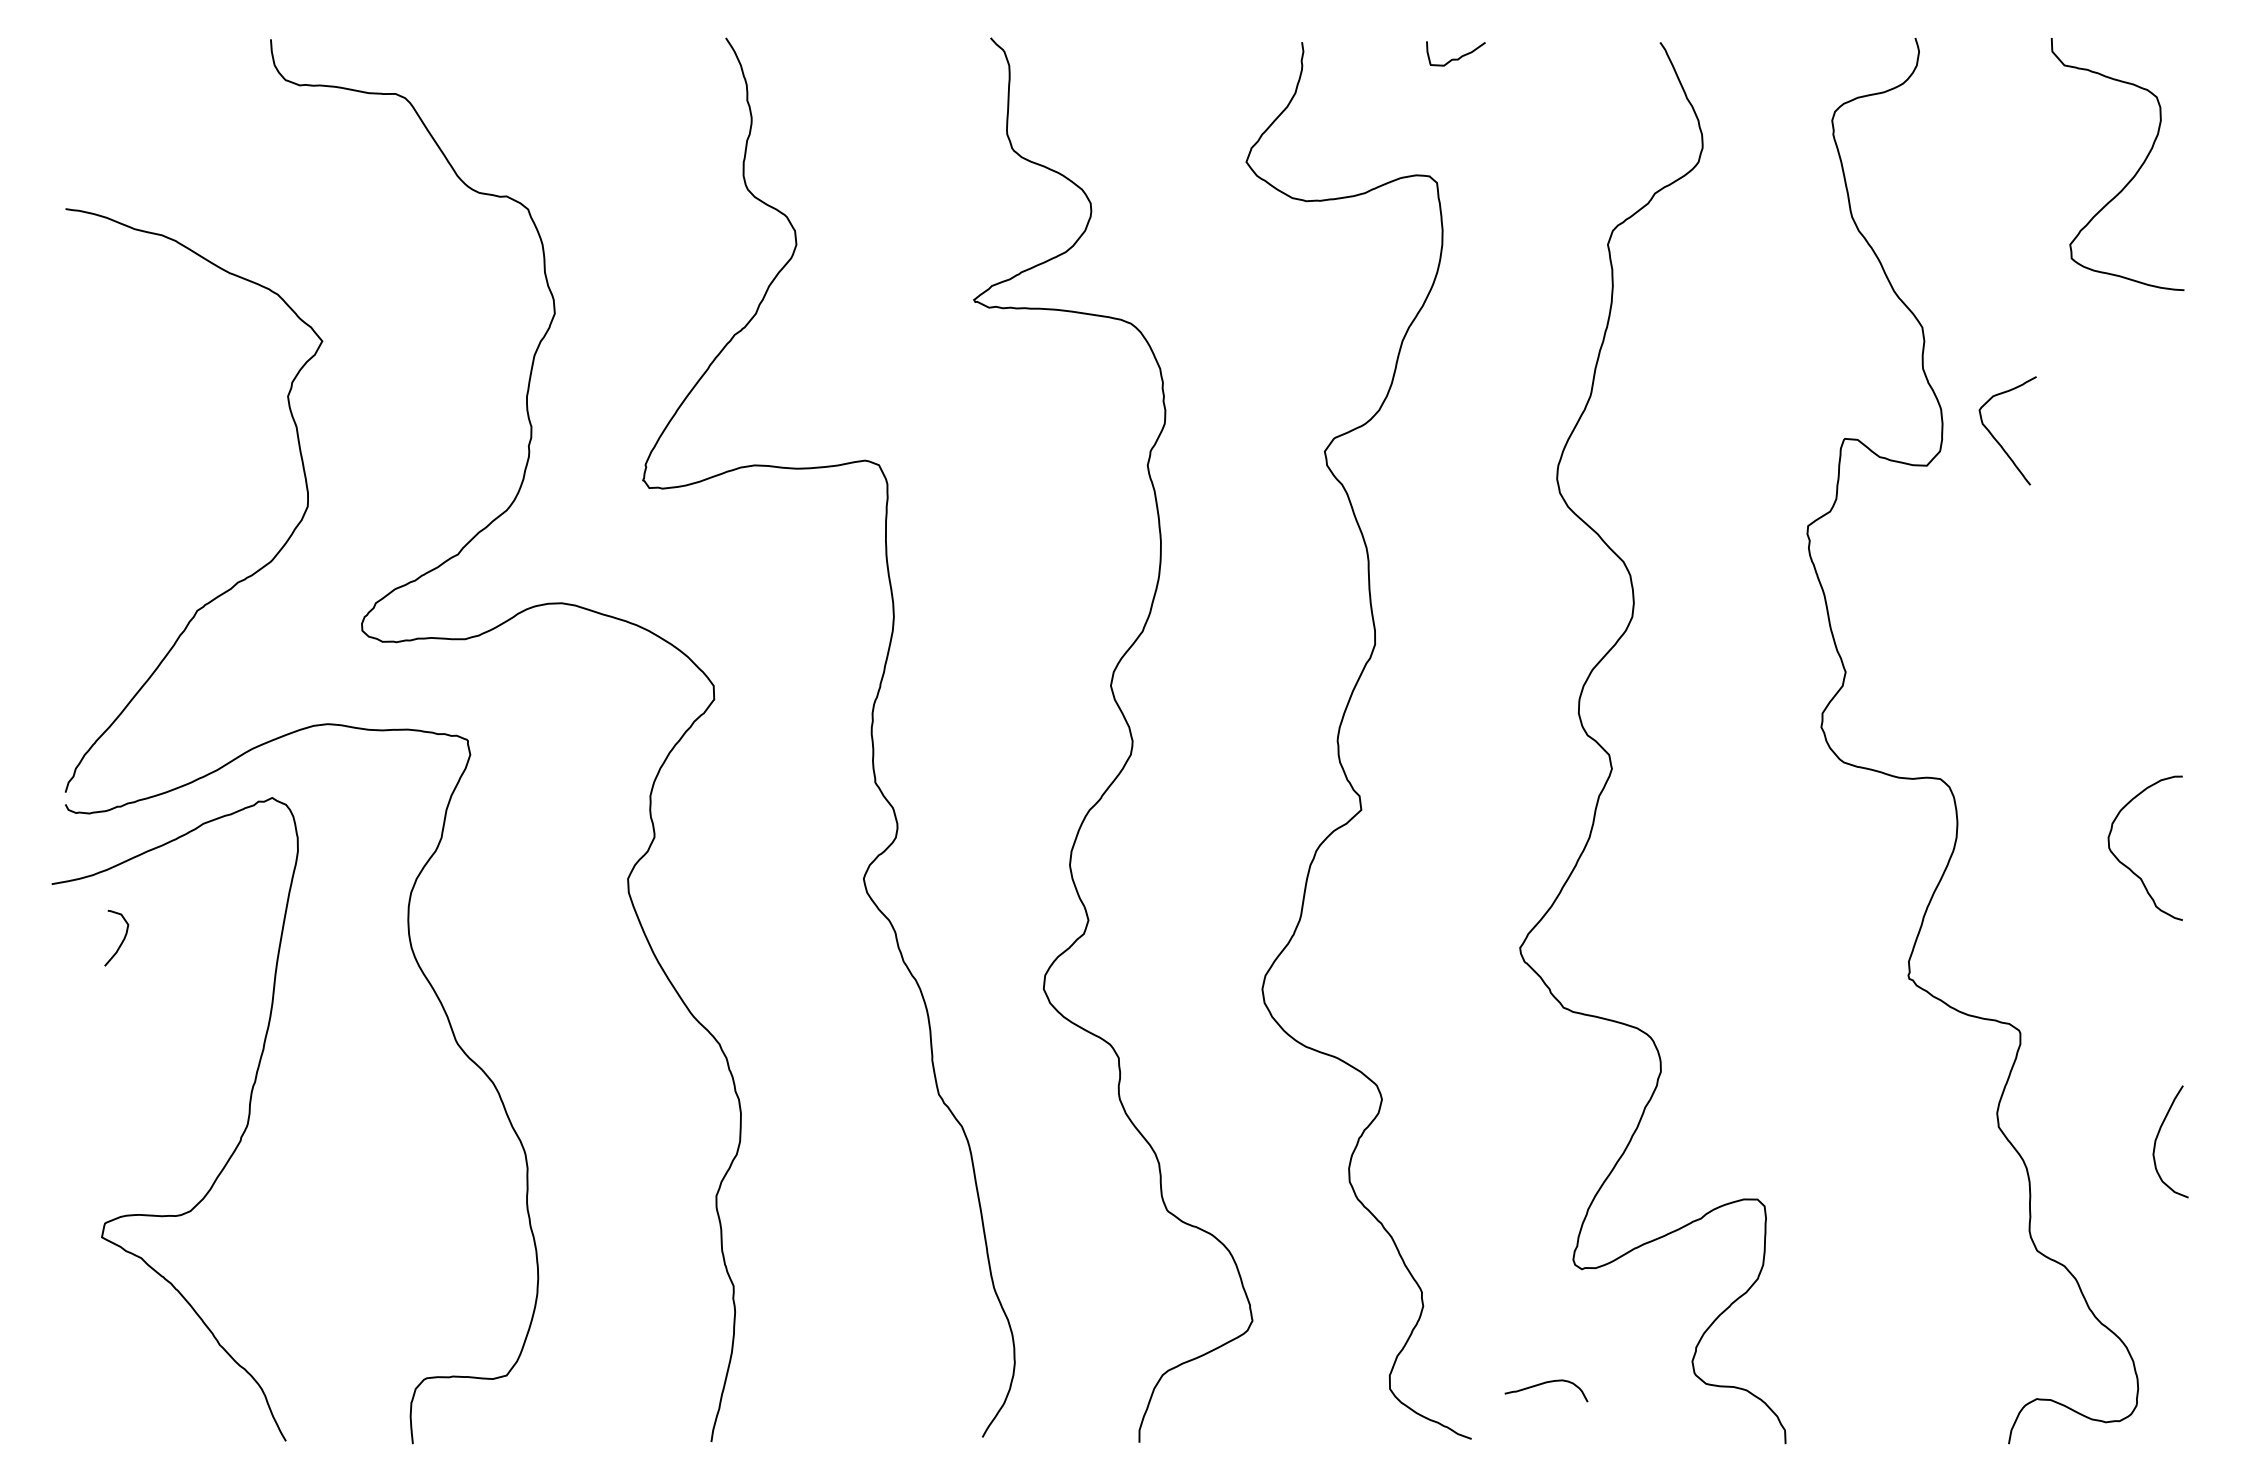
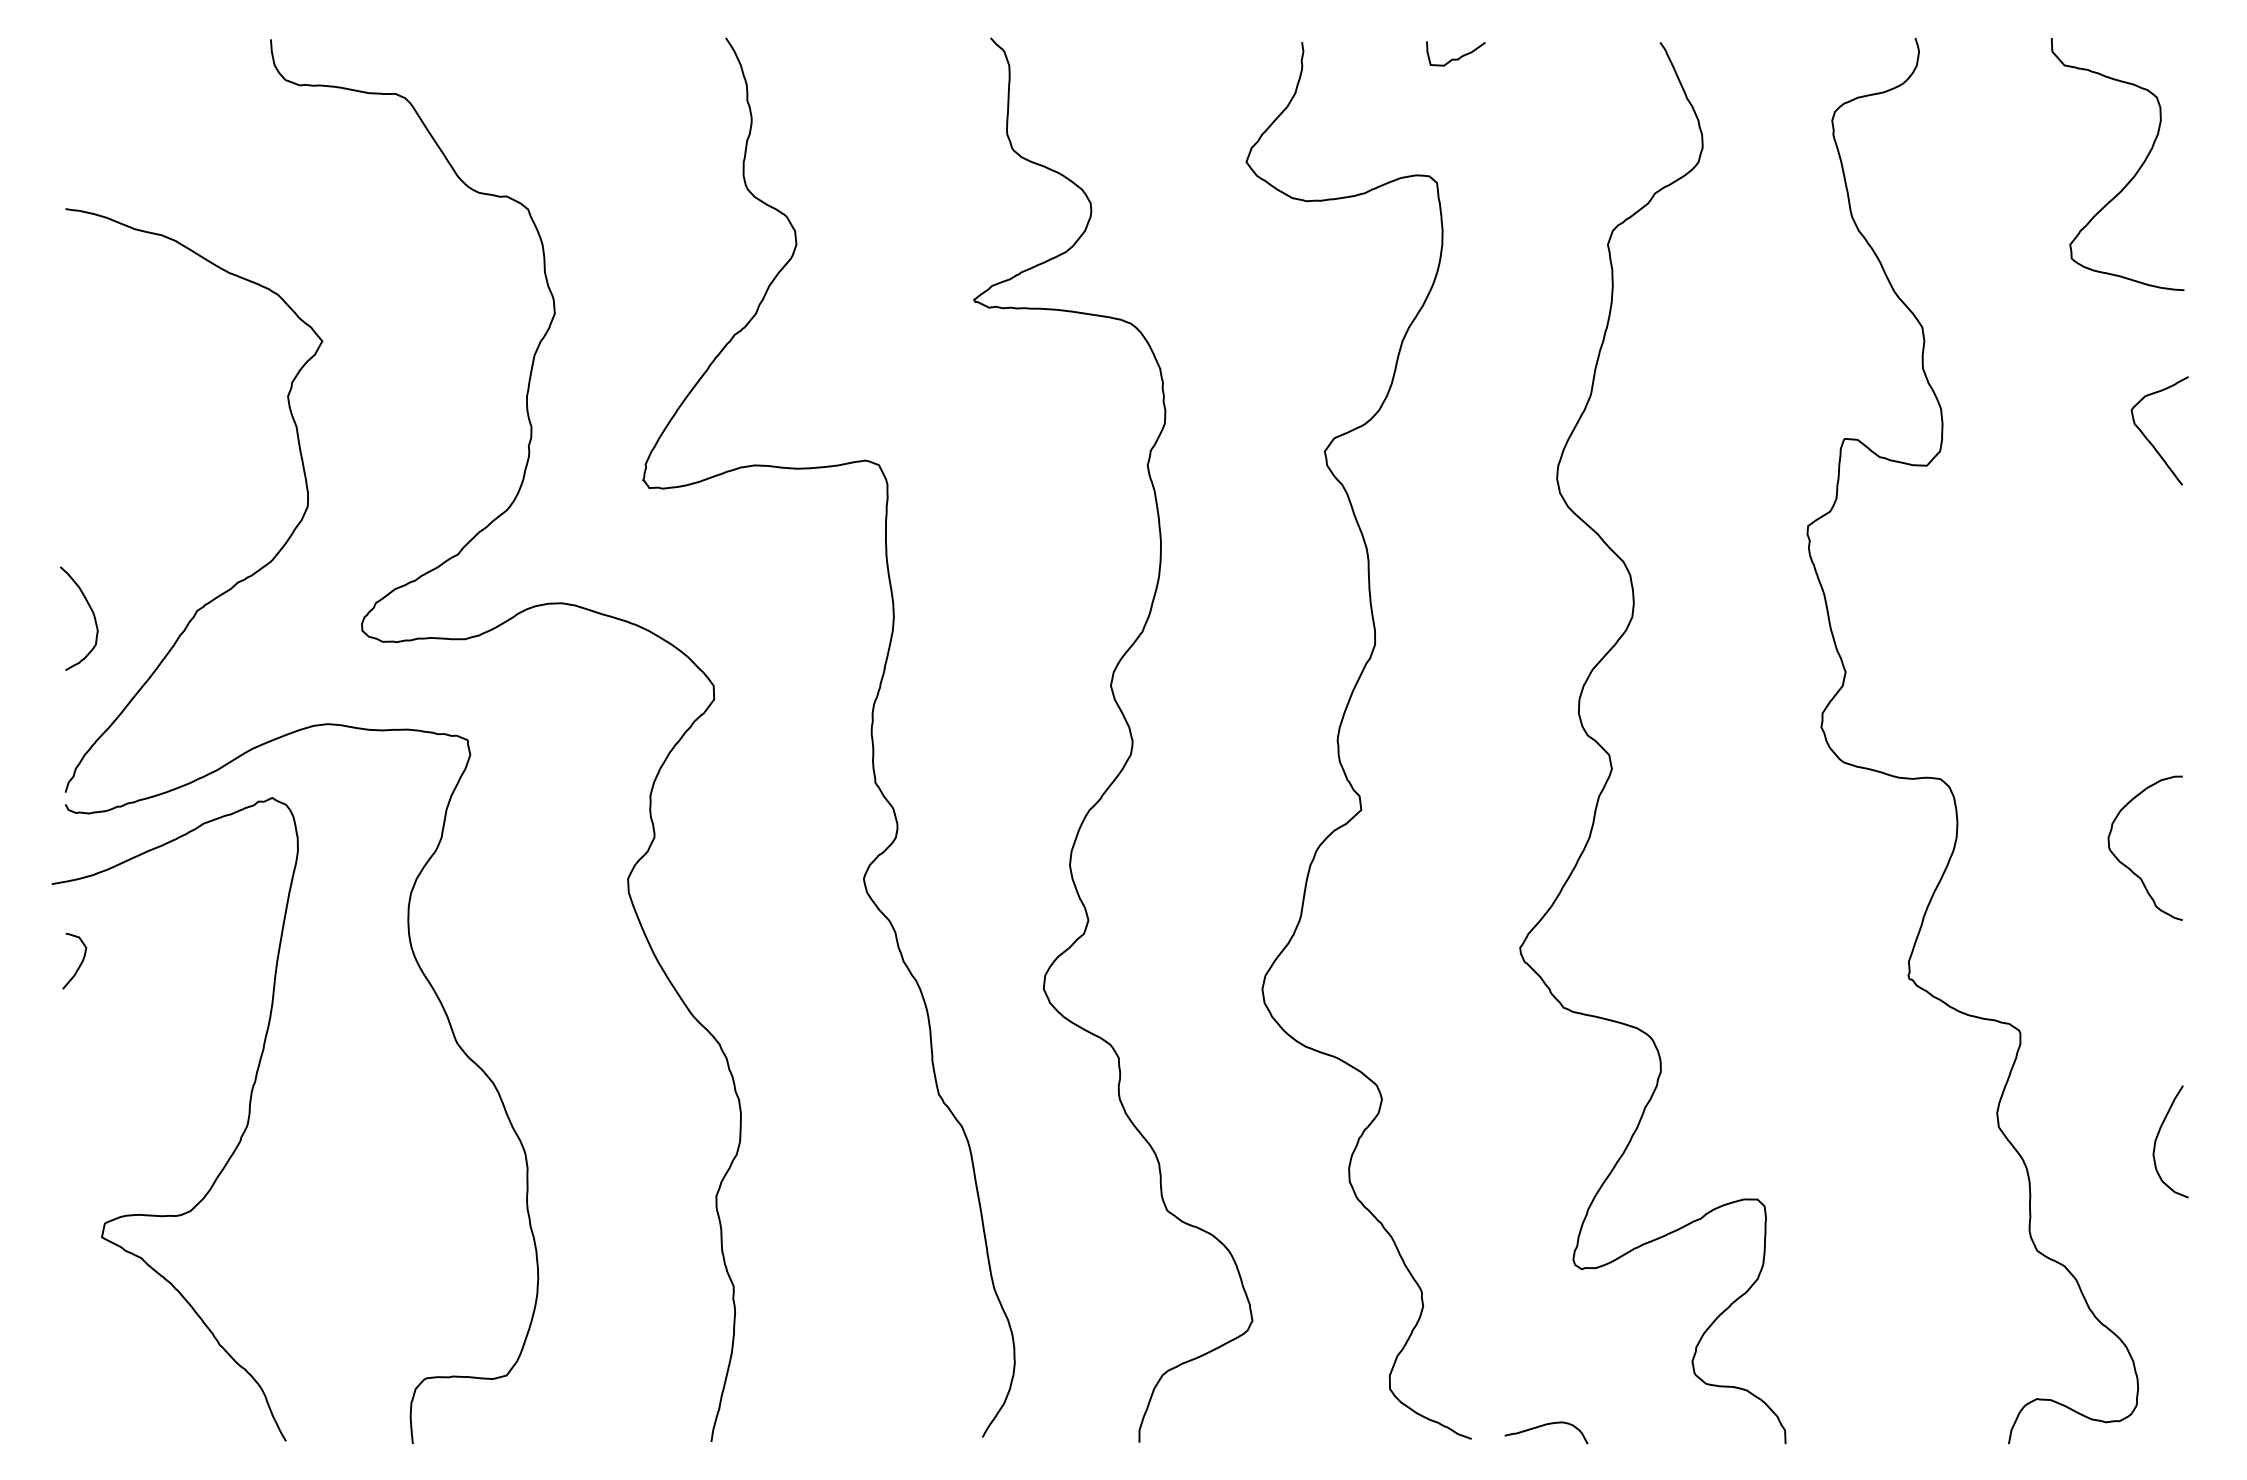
curve at (1997, 440) position: (1997, 440) -> (2149, 440)
curve at (92, 614): none -> present
curve at (121, 941) position: (121, 941) -> (79, 964)
curve at (1543, 1384) position: (1543, 1384) -> (1543, 1426)
